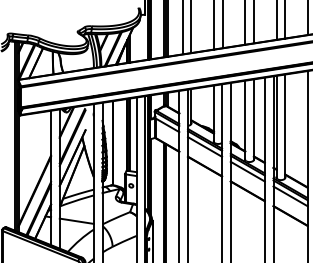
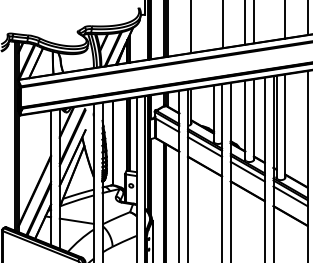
line at (276, 20): present -> none
line at (213, 25): present -> none
line at (182, 28): present -> none
